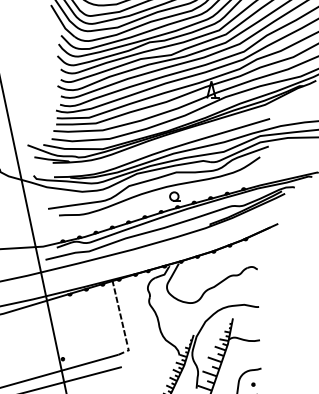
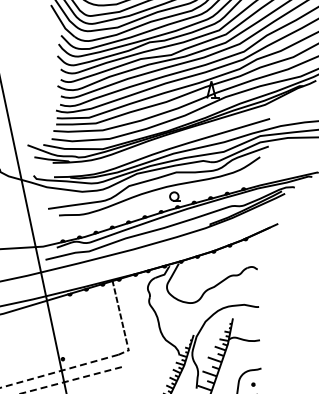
line at (59, 371): solid -> dashed
line at (70, 380): solid -> dashed
